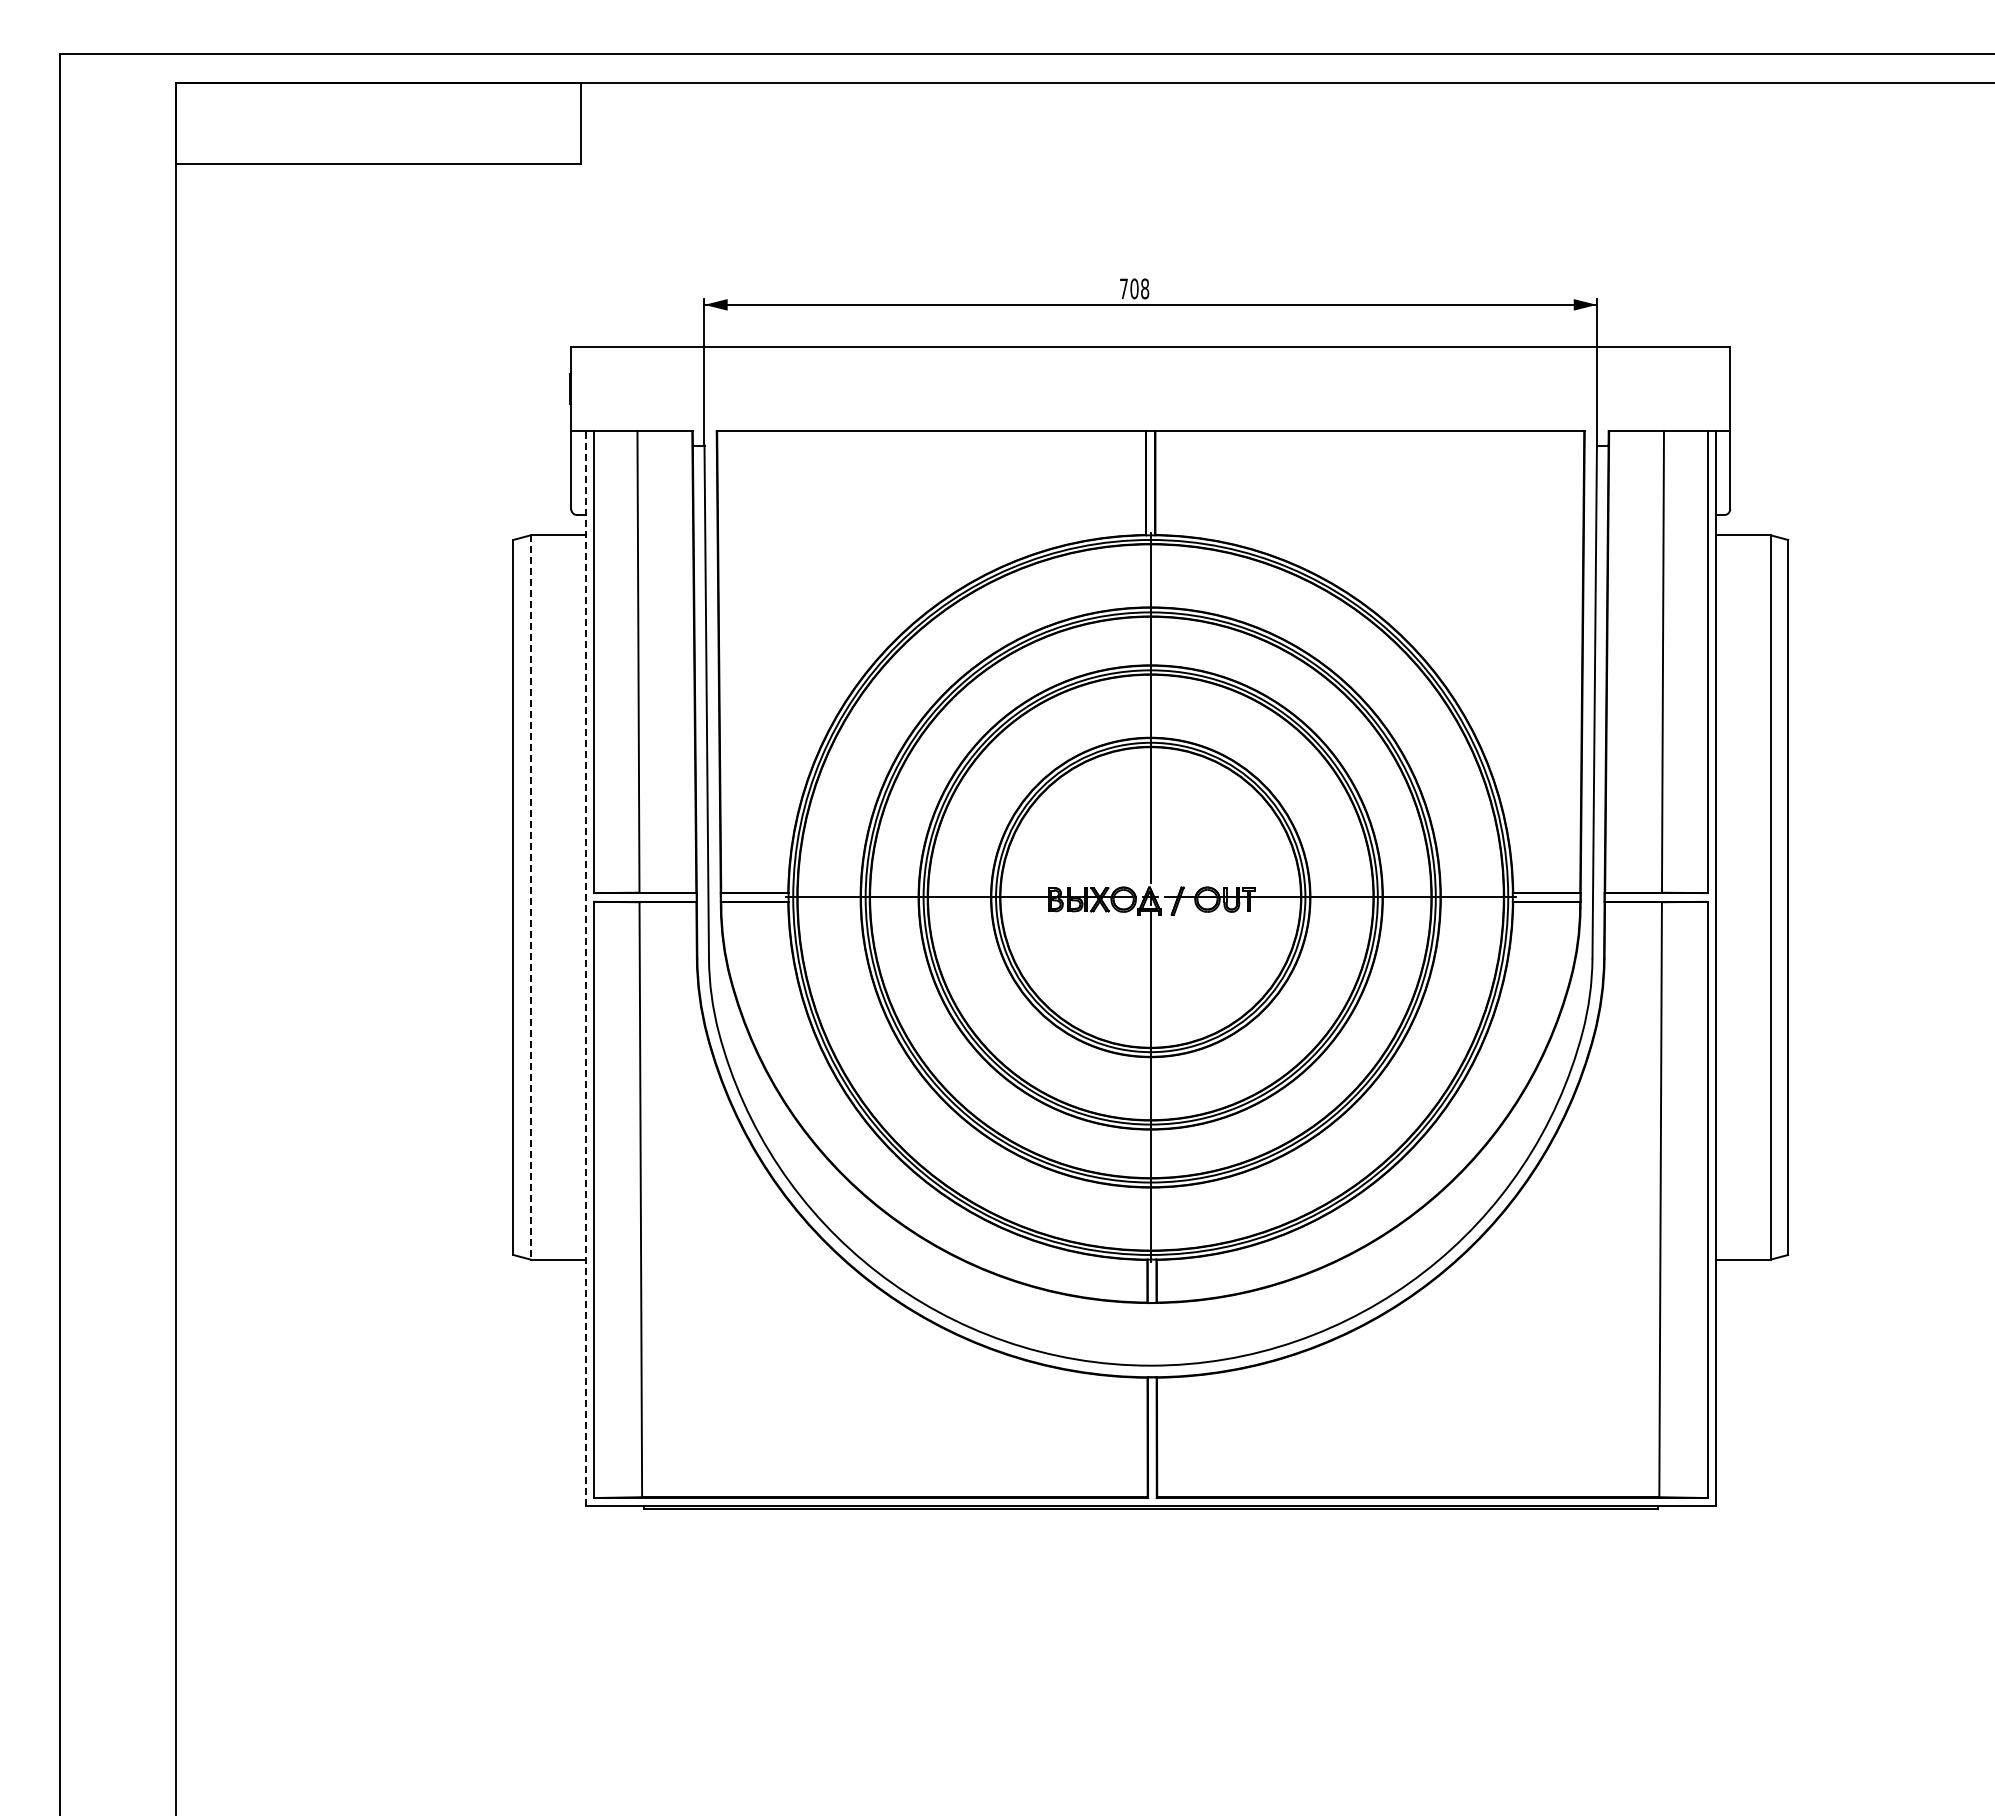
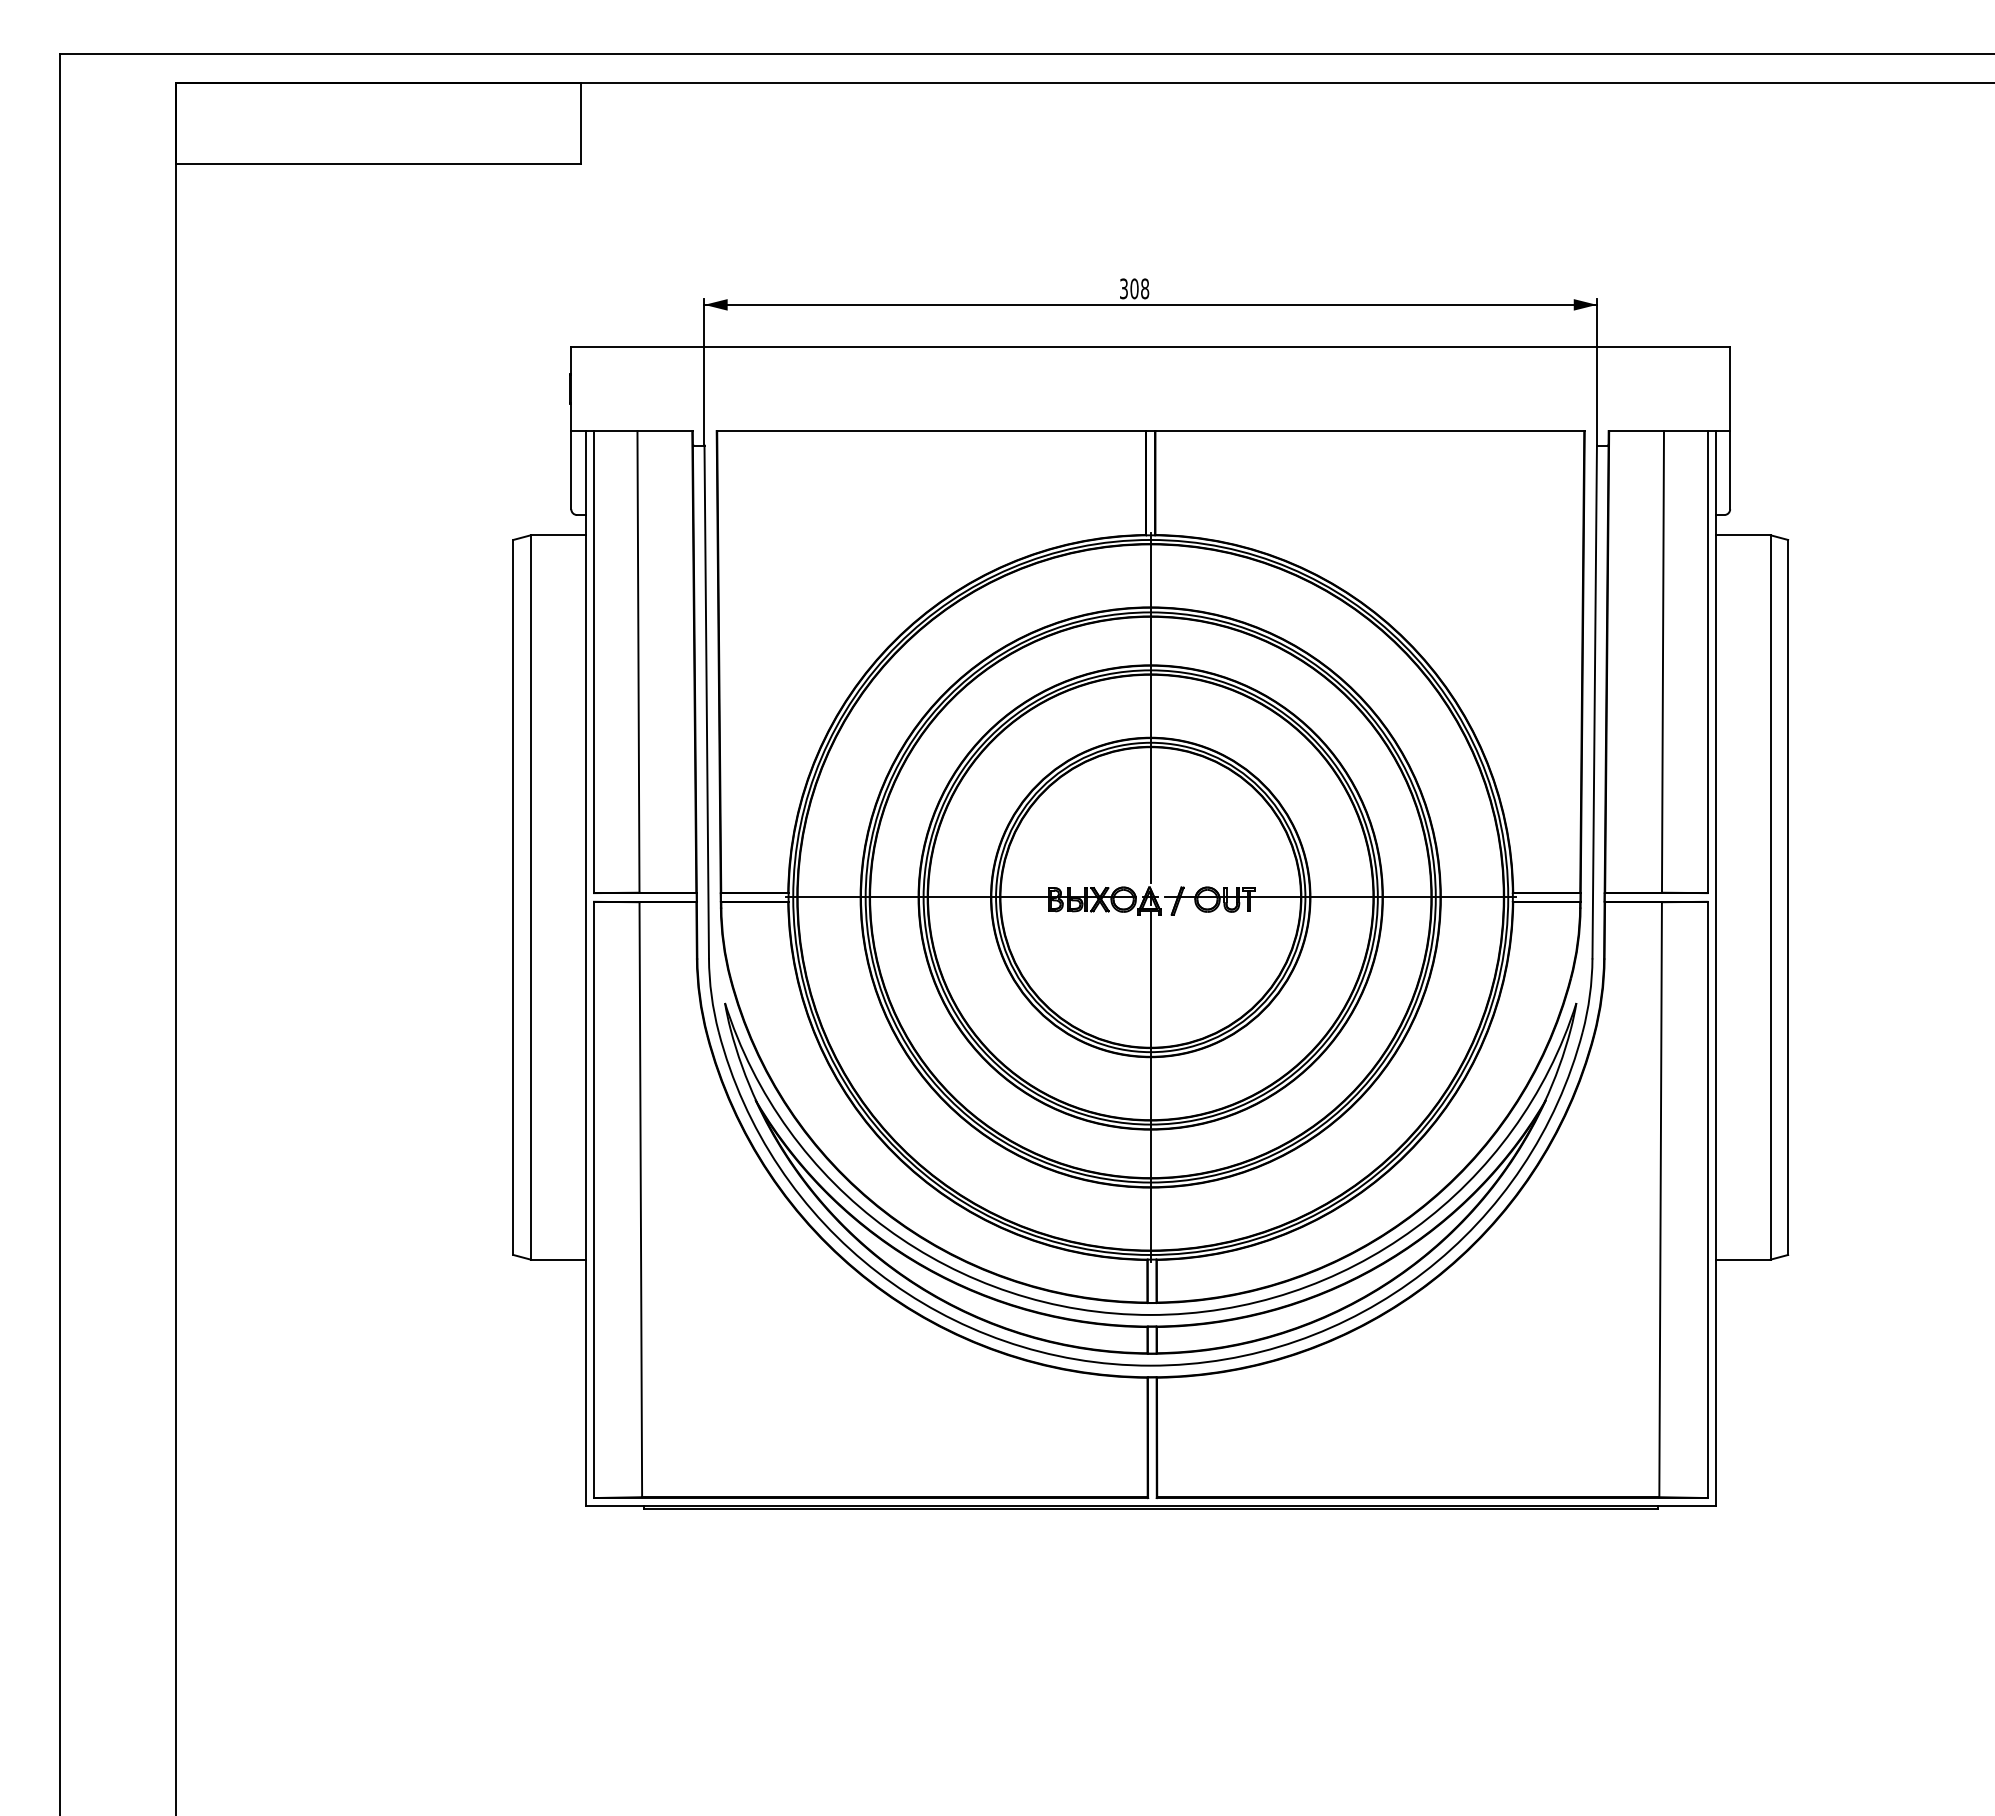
text at (1123, 288): 708 -> 308
line at (530, 897): dashed -> solid
line at (585, 967): dashed -> solid
part at (1139, 1313): none -> present
